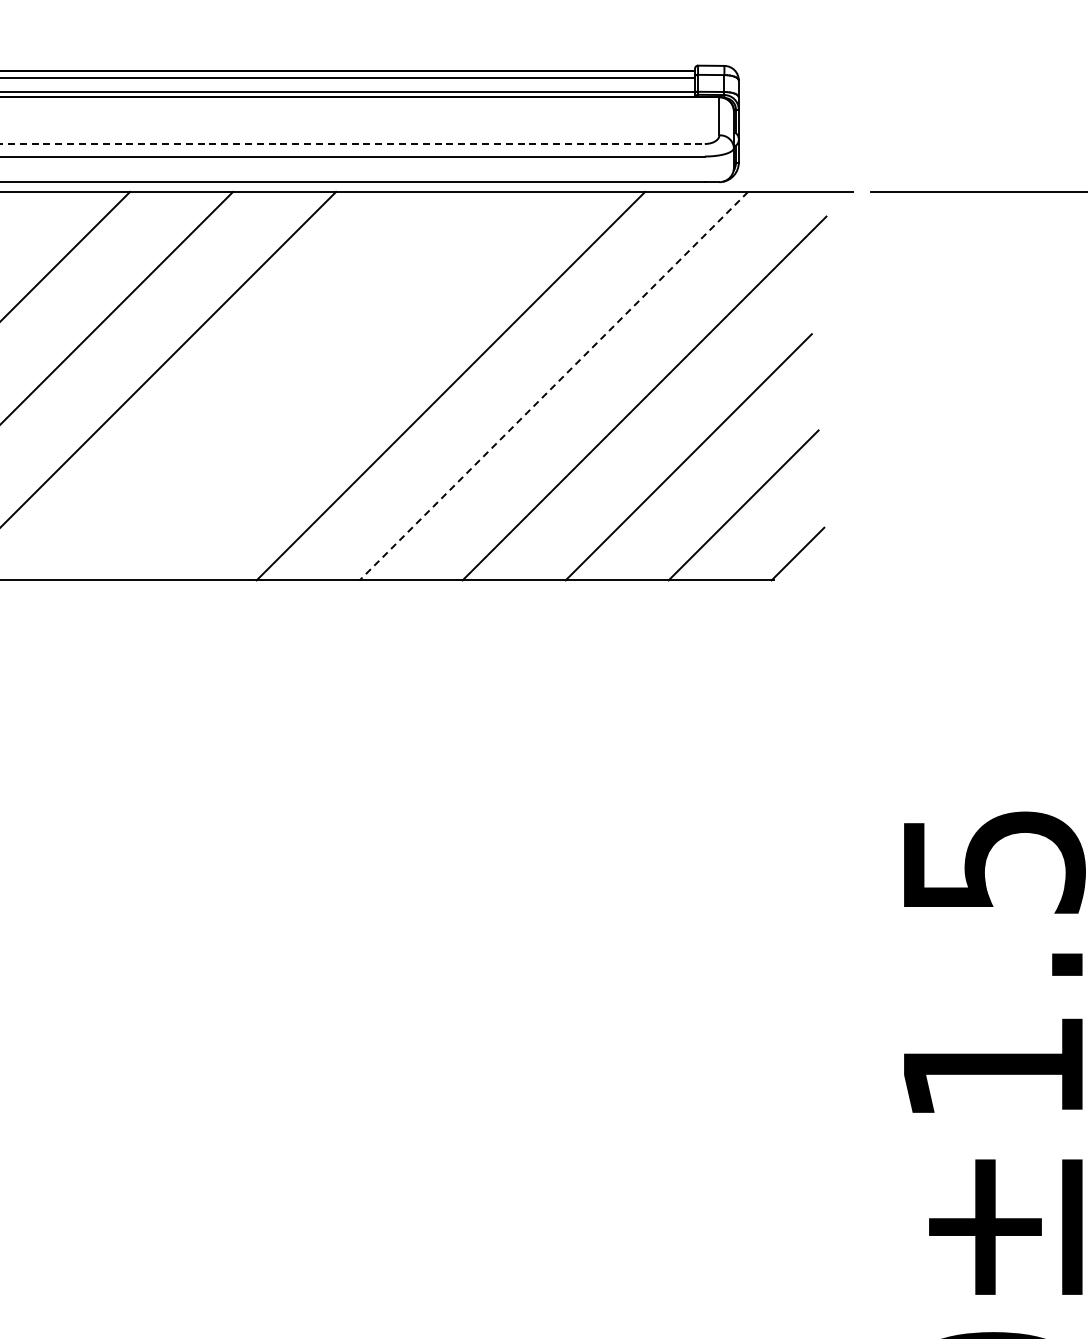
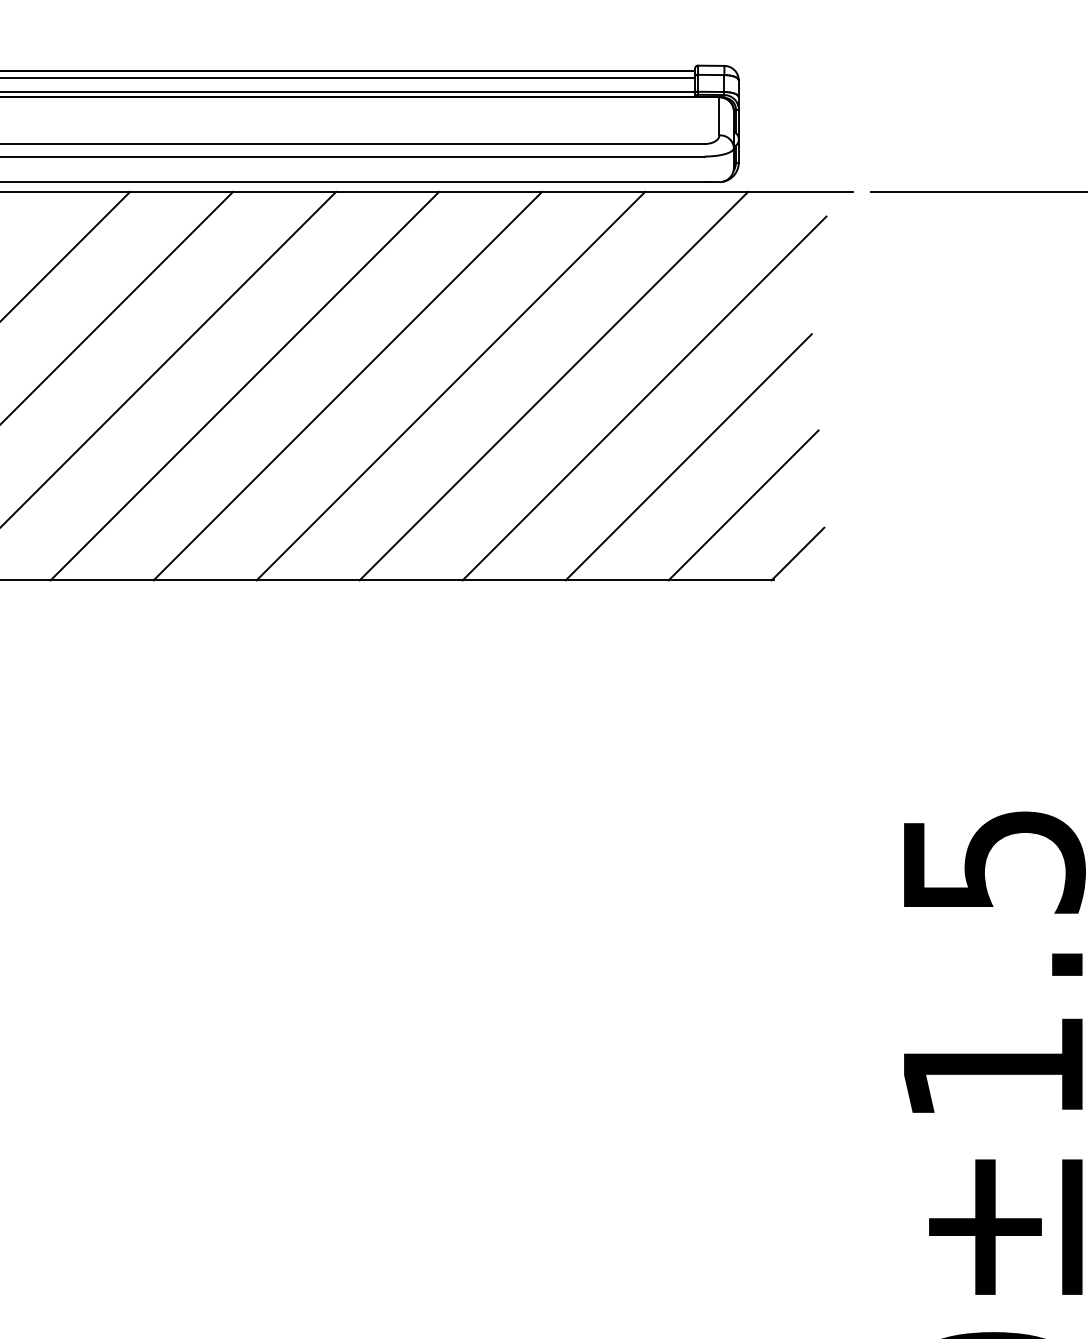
line at (352, 144): dashed -> solid
line at (244, 385): none -> present
line at (347, 385): none -> present
line at (553, 386): dashed -> solid
